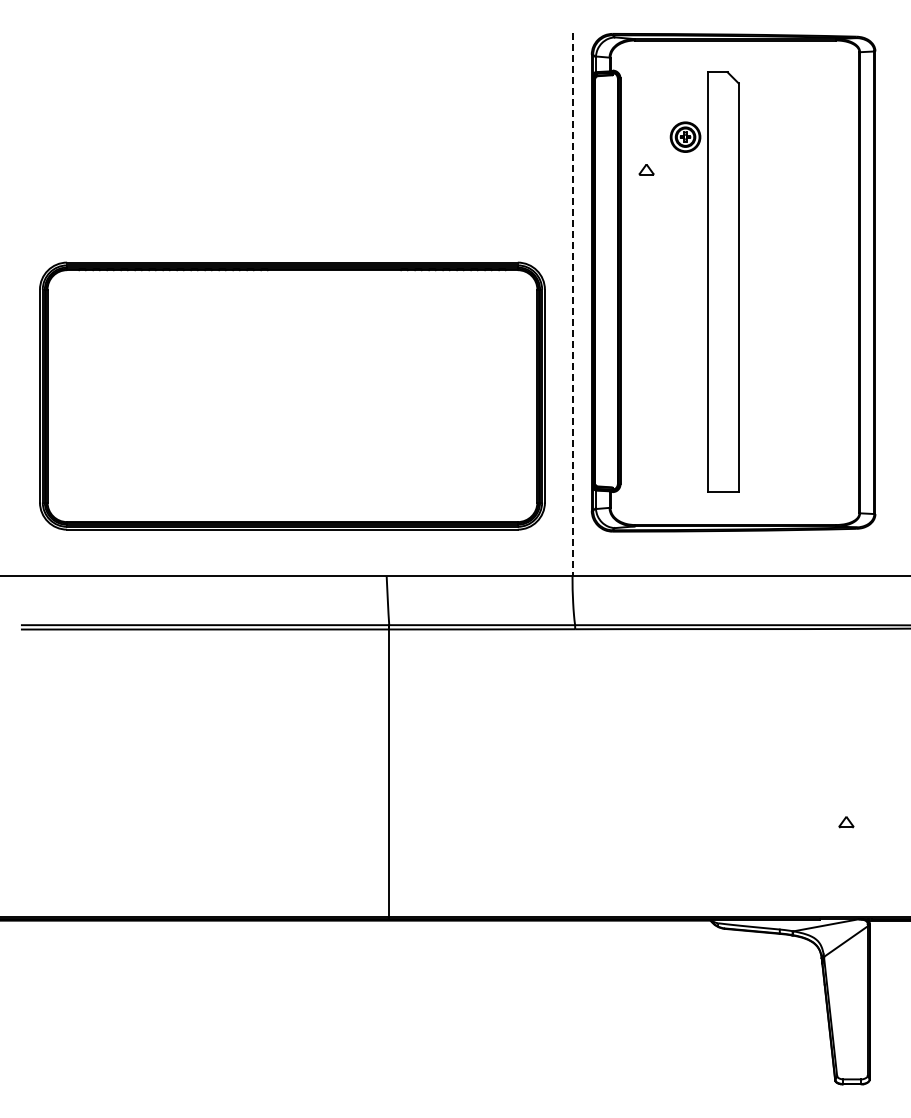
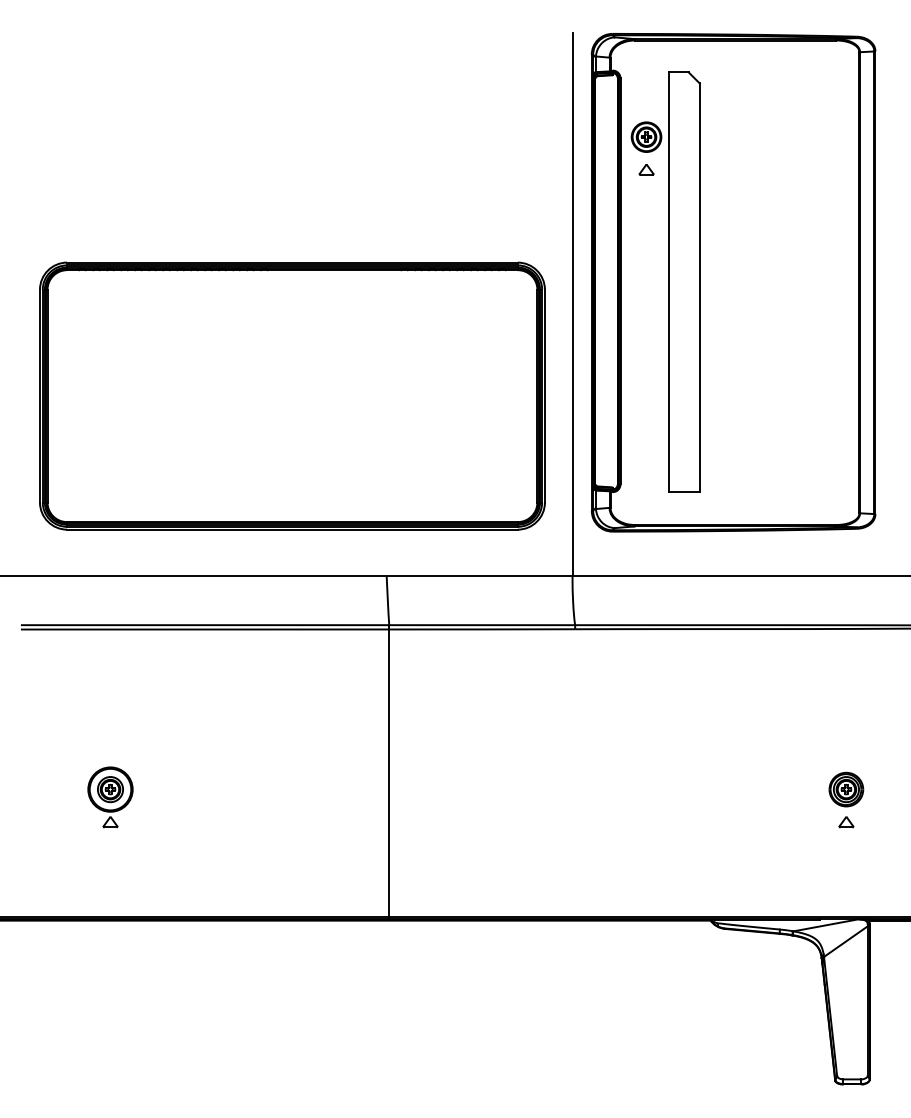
part at (704, 281) position: (704, 281) -> (665, 281)
line at (572, 304): dashed -> solid
part at (846, 789): none -> present
part at (110, 797): none -> present
